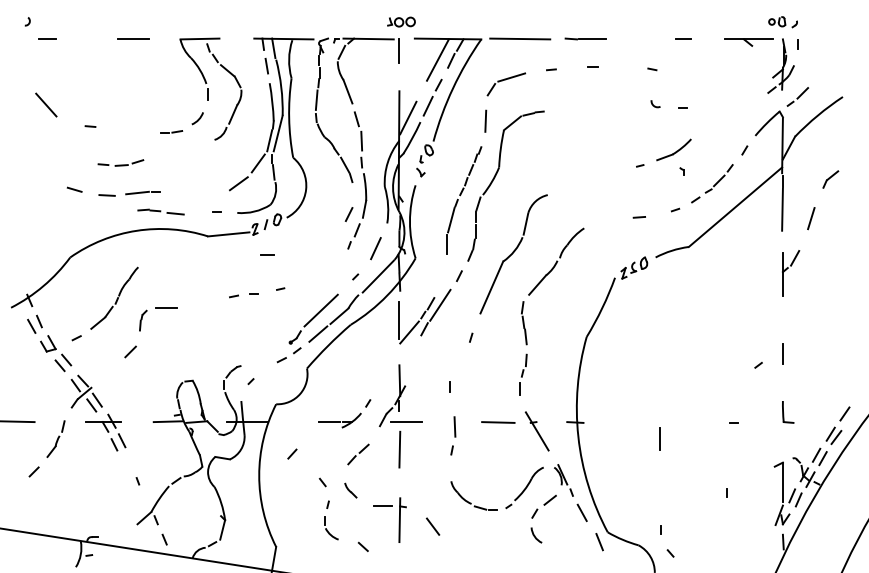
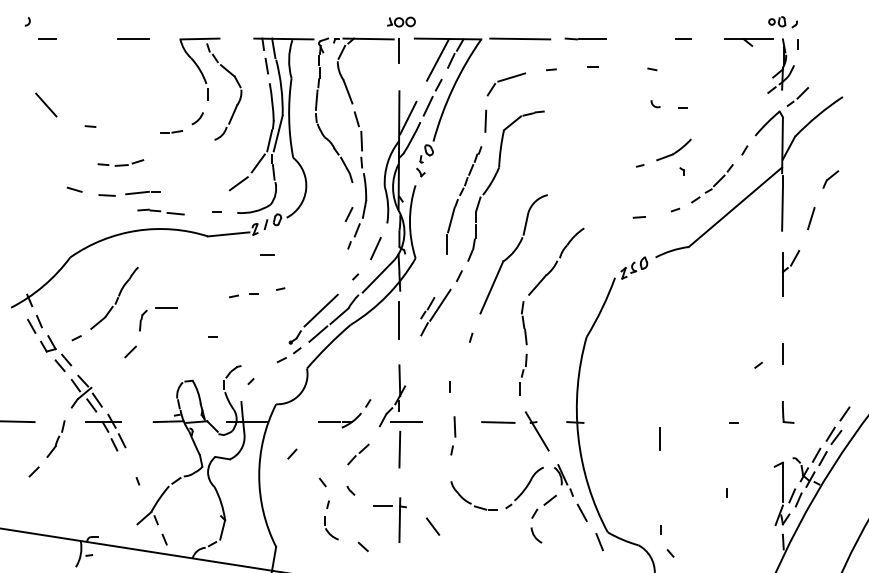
line at (409, 332): present -> none
line at (212, 336): none -> present
part at (350, 490) size: 14x17 px -> 10x10 px
